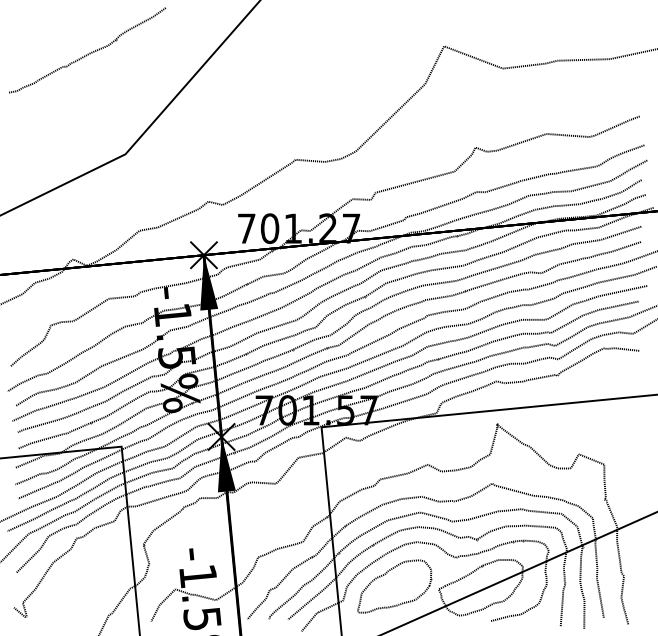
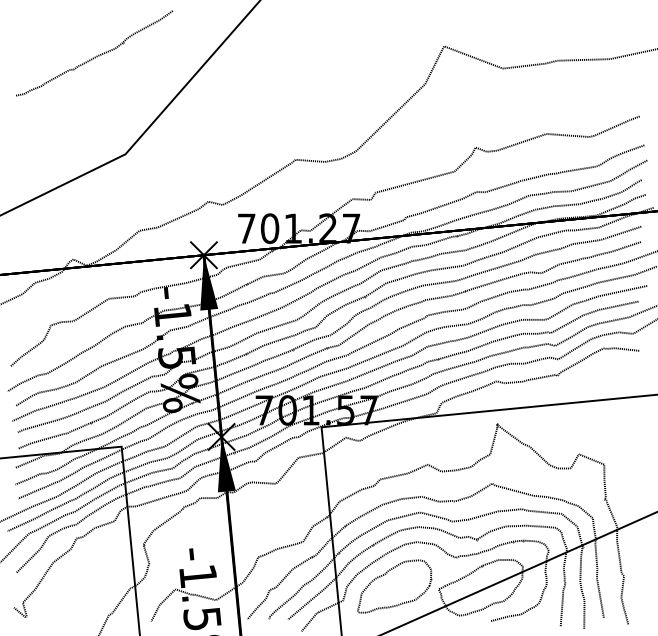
curve at (89, 52) position: (89, 52) -> (96, 55)
